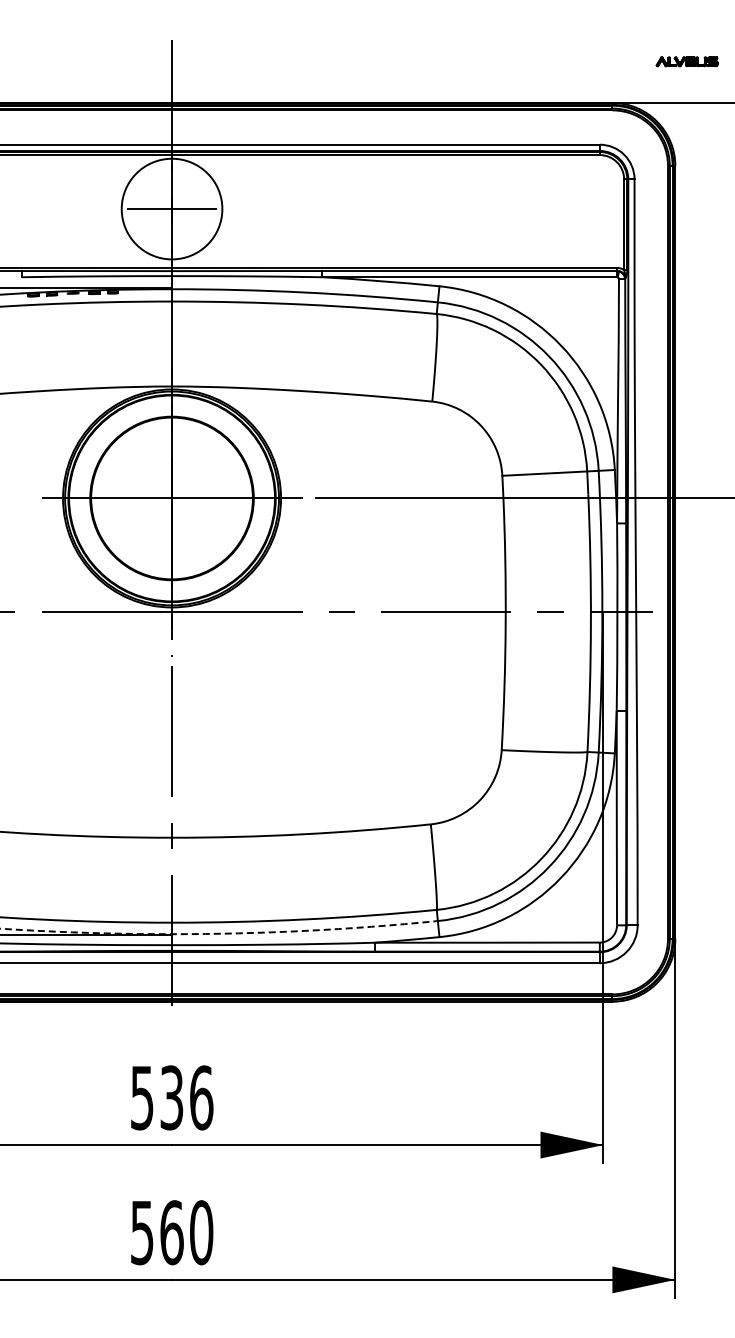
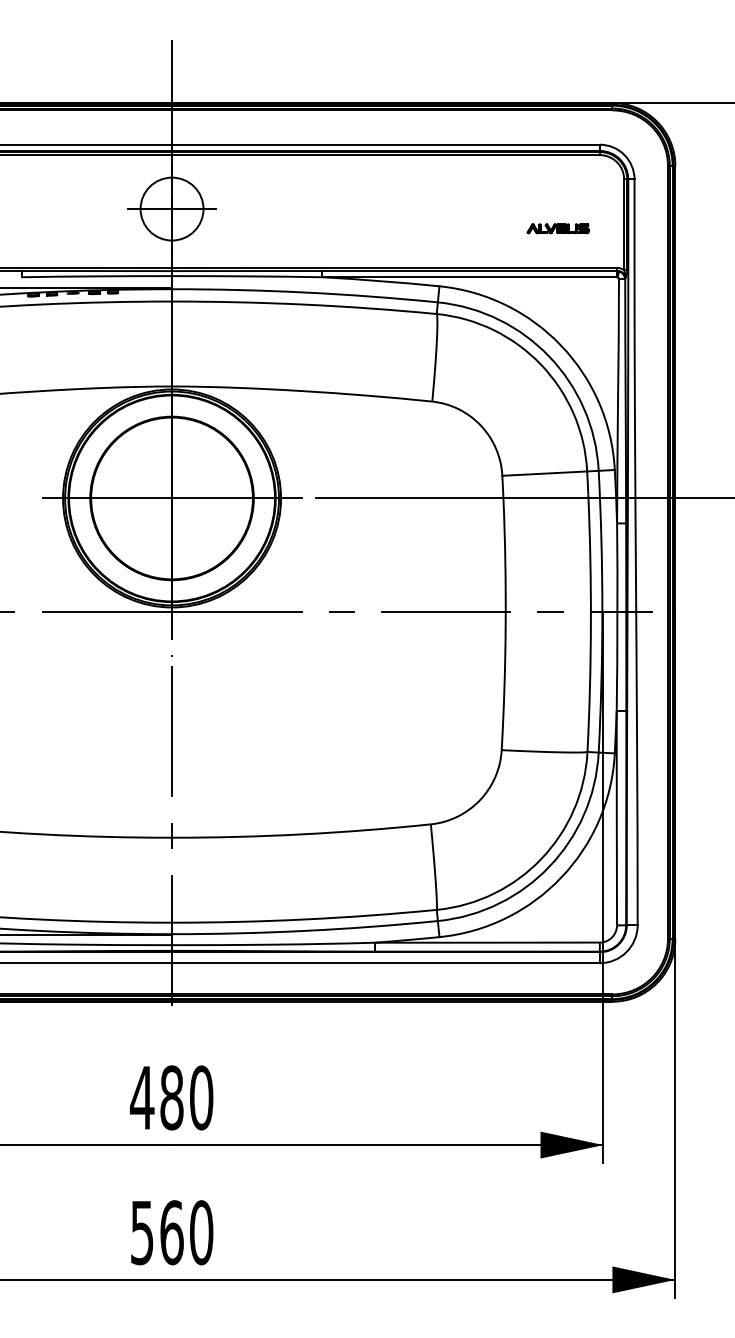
part at (686, 61) position: (686, 61) -> (557, 228)
circle at (171, 208) diameter: 101 px -> 63 px
arc at (219, 933): dashed -> solid
text at (171, 1097): 536 -> 480
